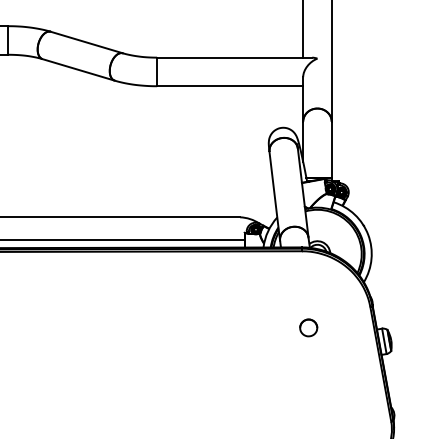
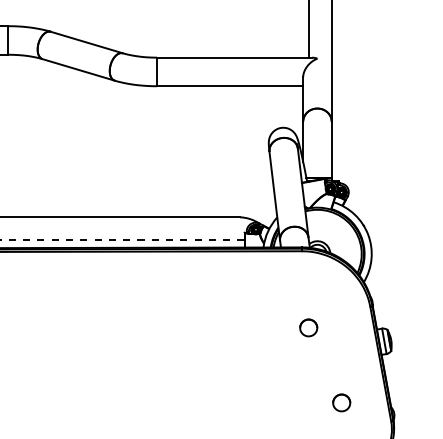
line at (303, 29) position: (303, 29) -> (309, 29)
line at (122, 239): solid -> dashed
part at (341, 402): none -> present
